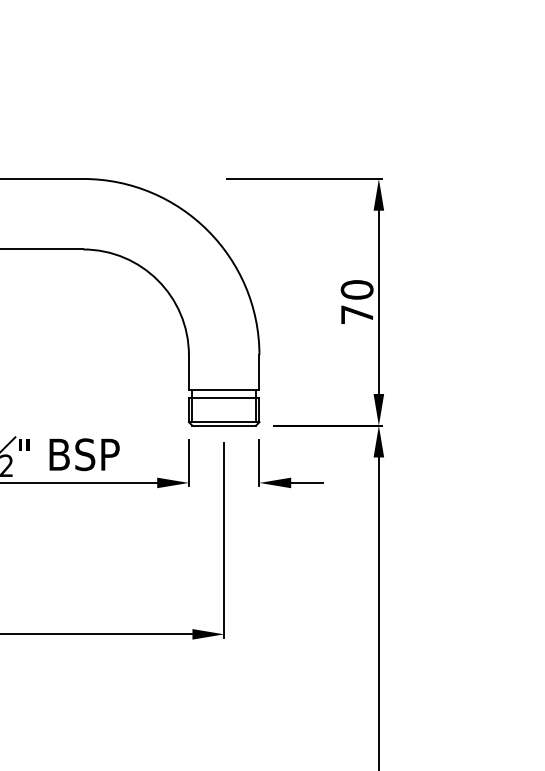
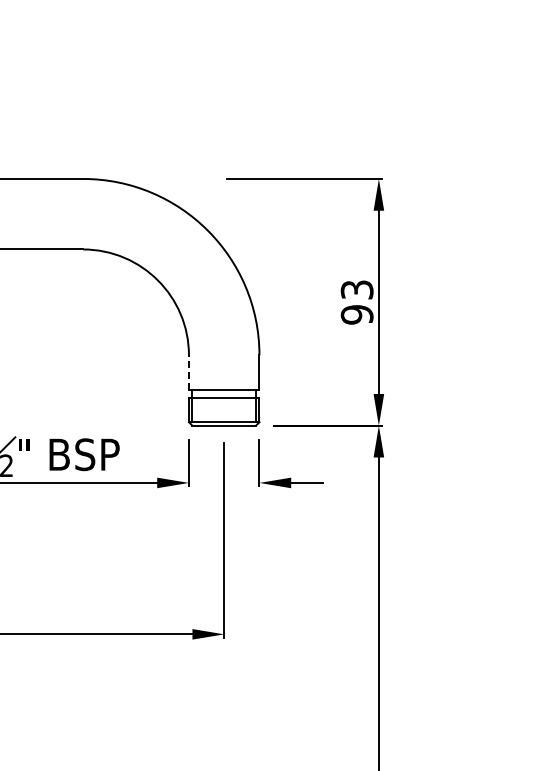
text at (356, 302): 70 -> 93
line at (188, 372): solid -> dashed
